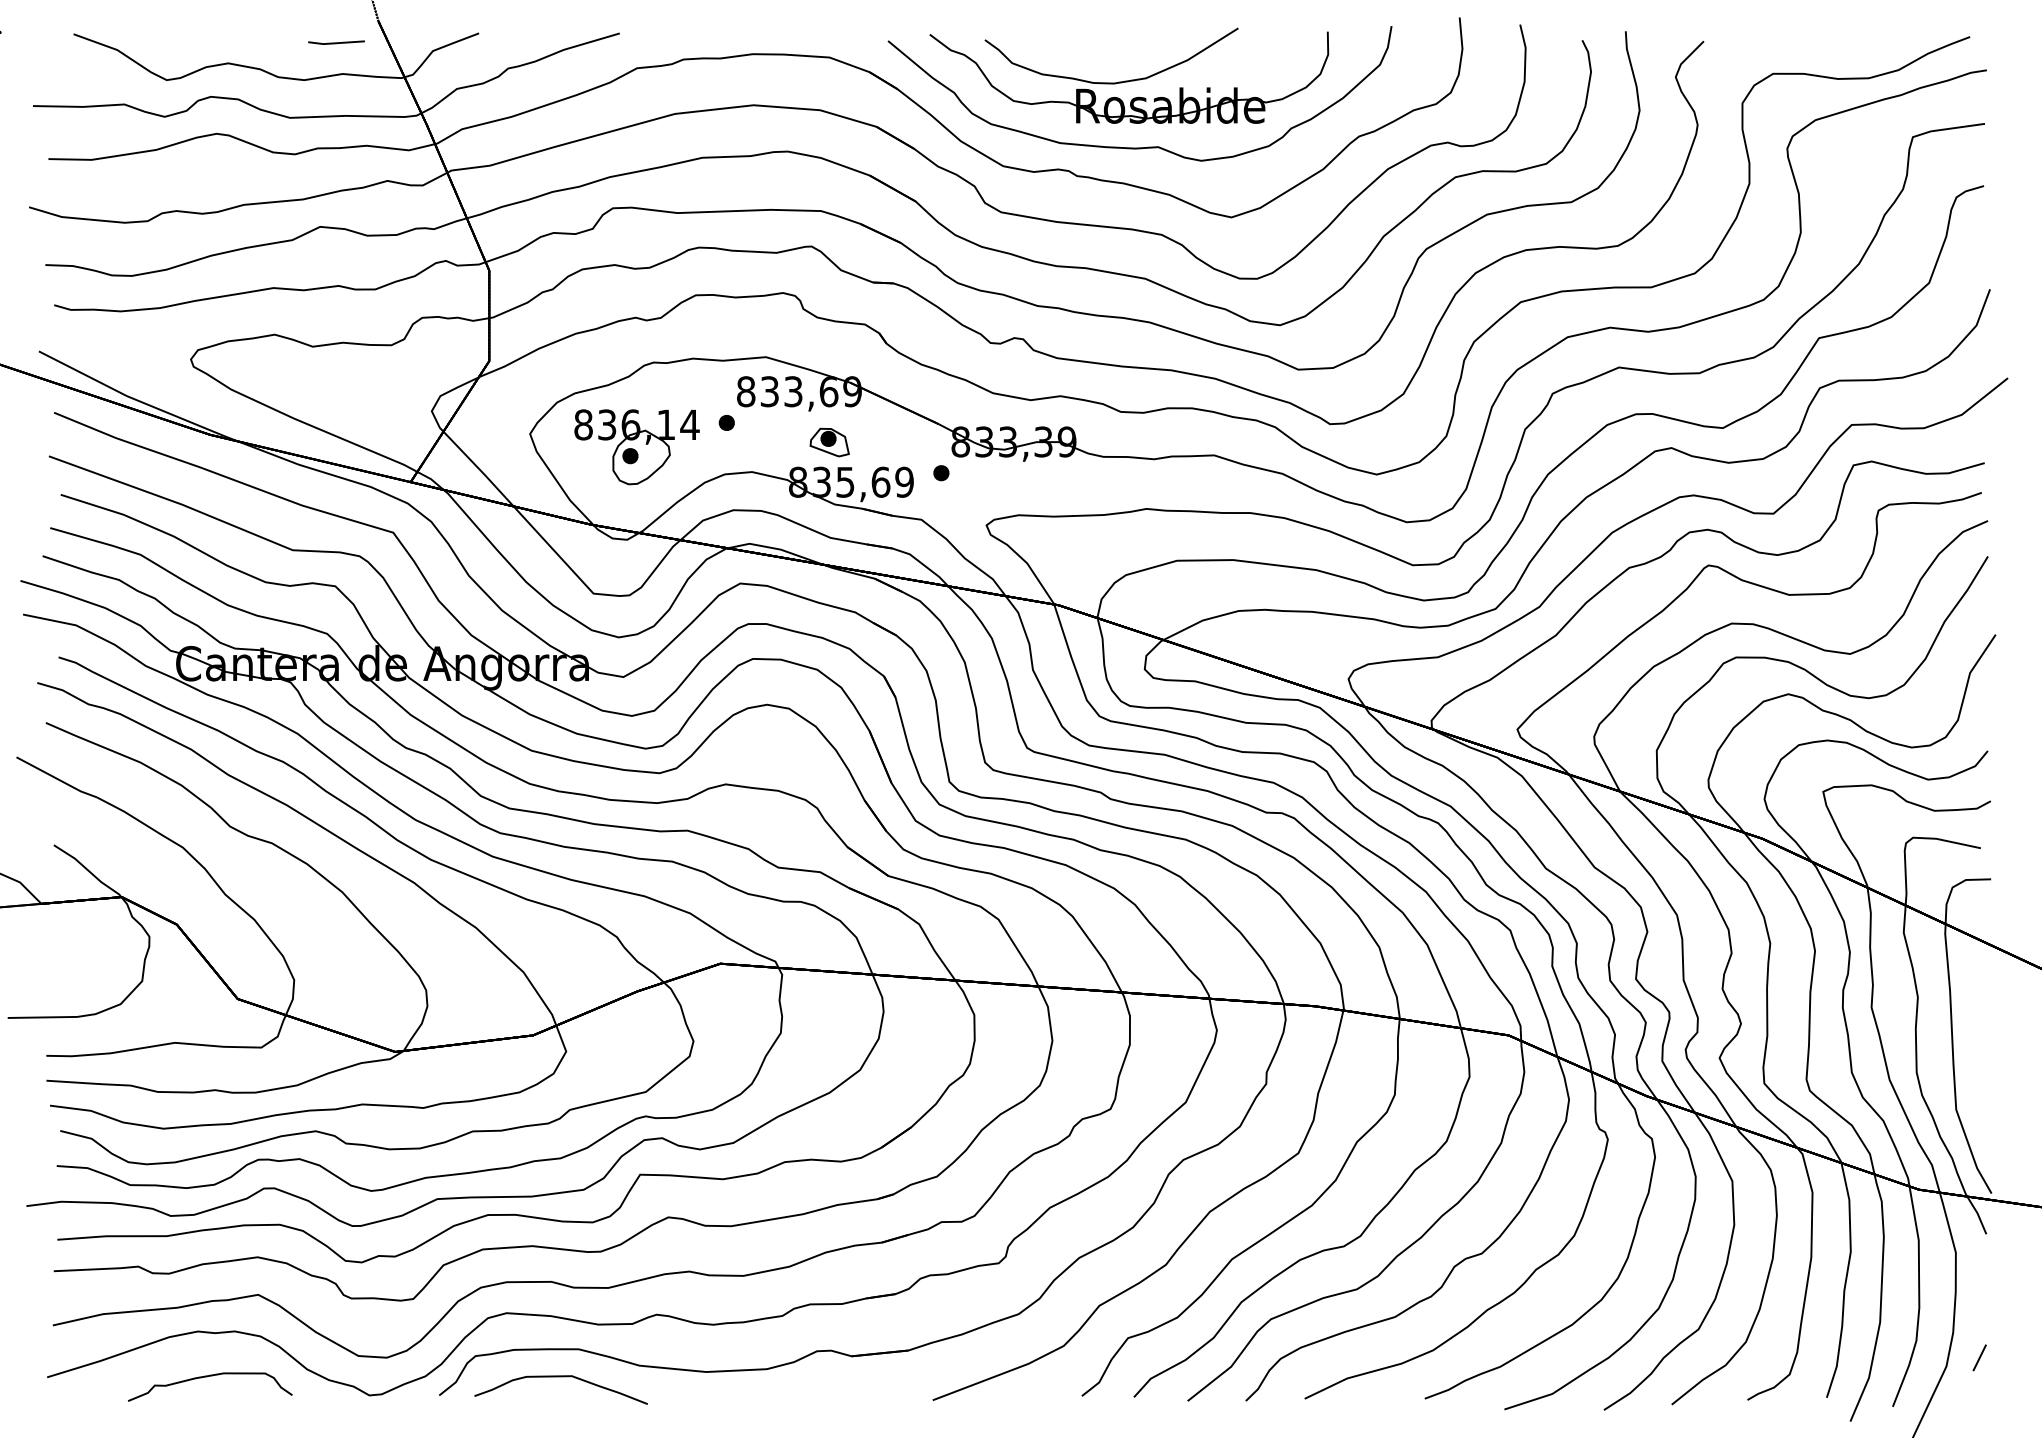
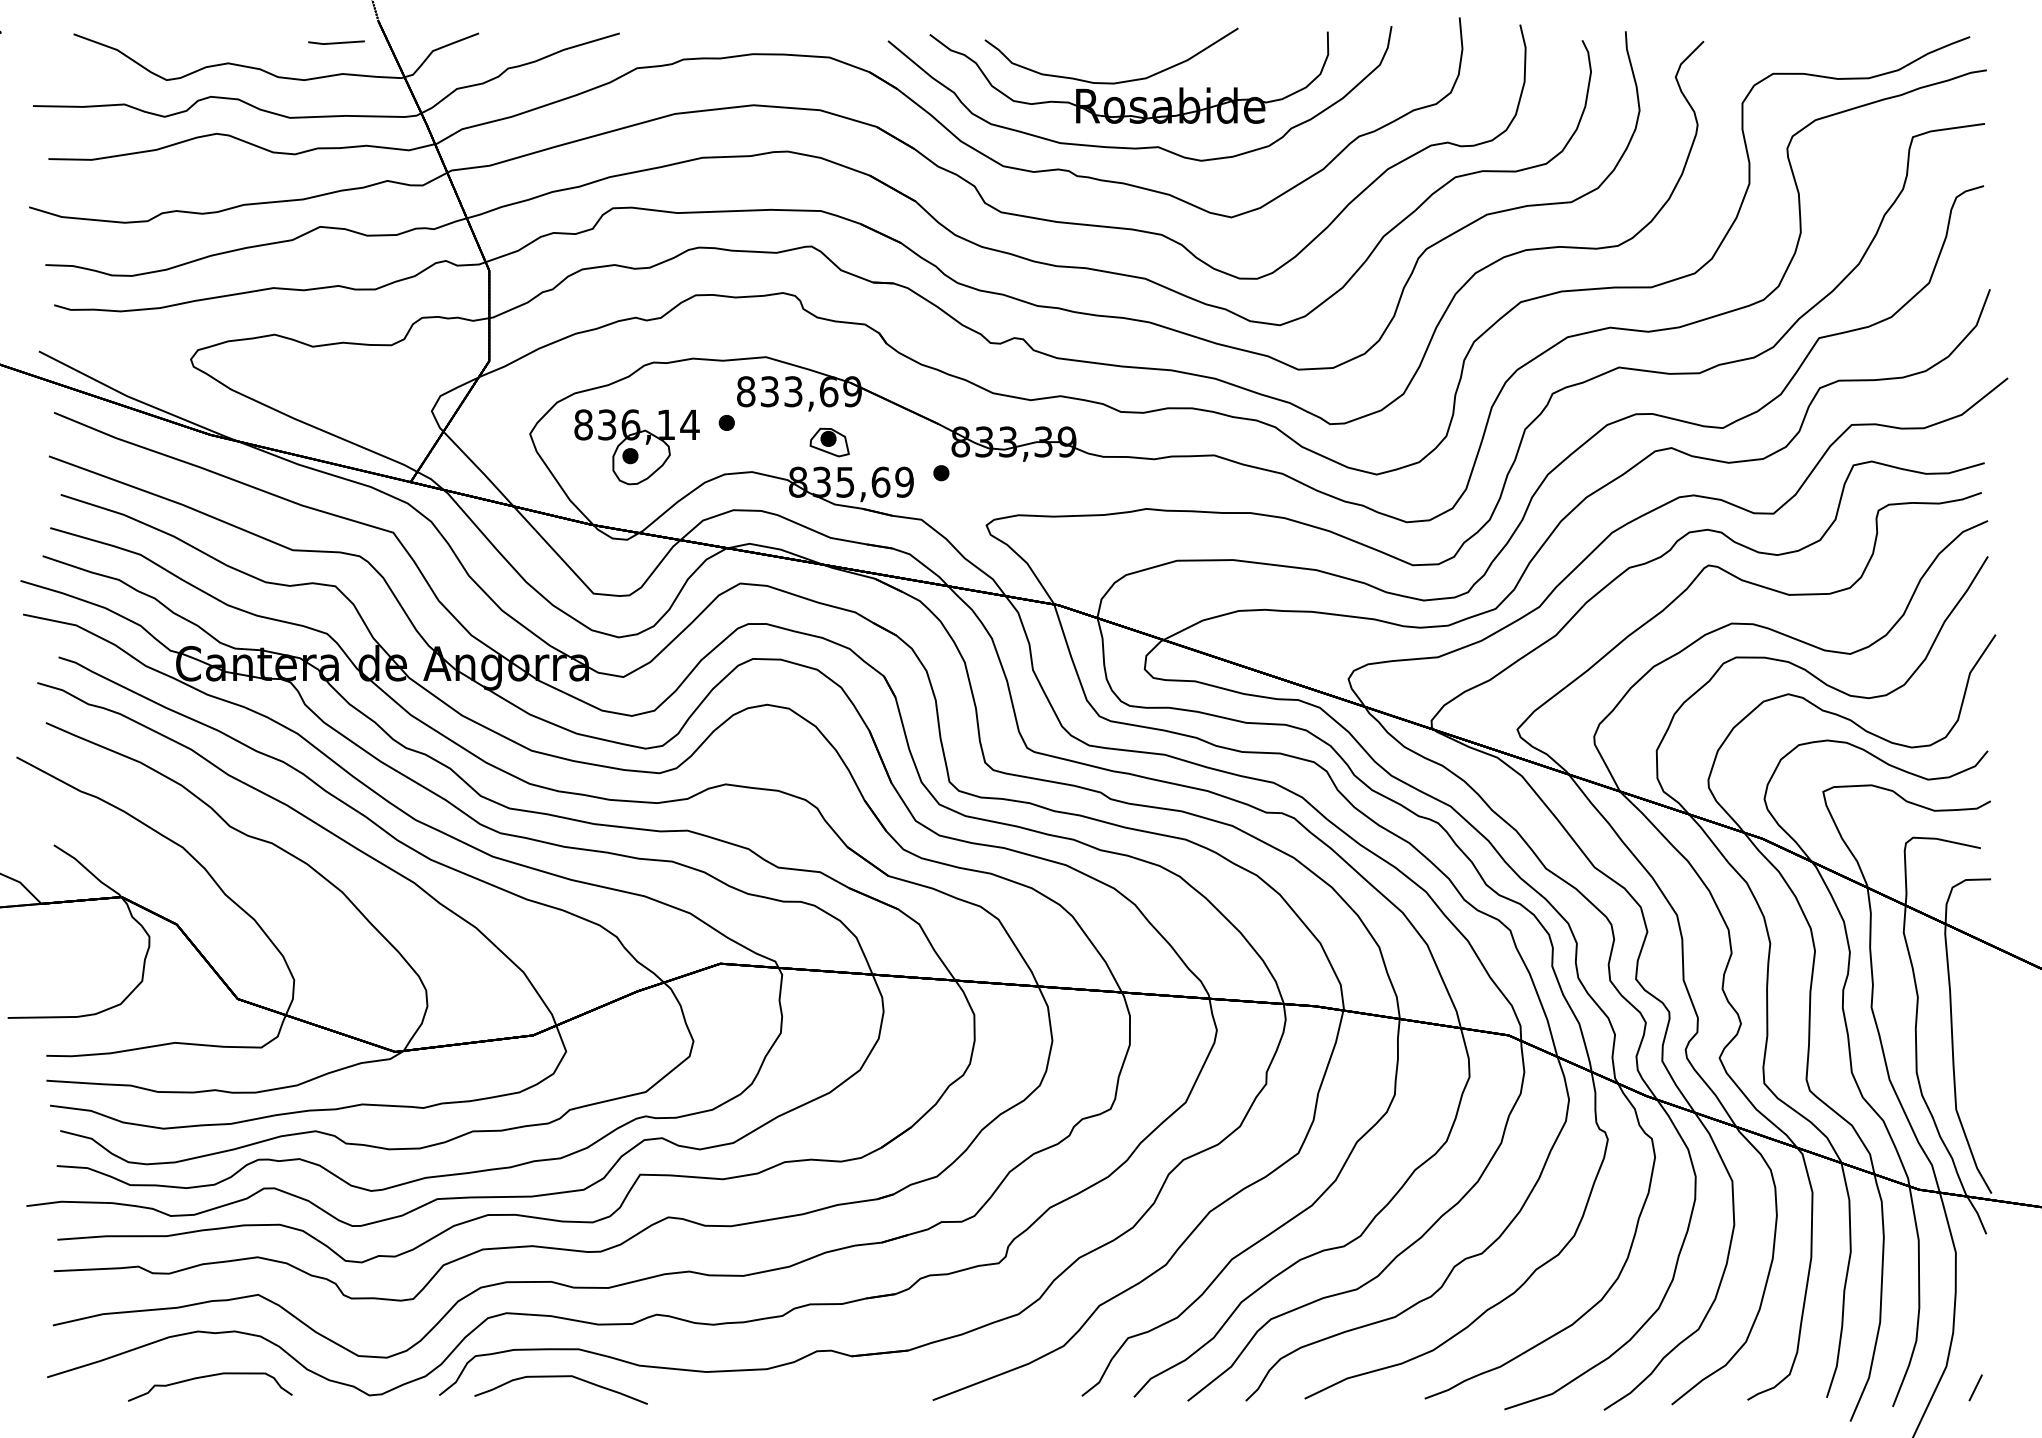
line at (1979, 1357) position: (1979, 1357) -> (1975, 1387)
